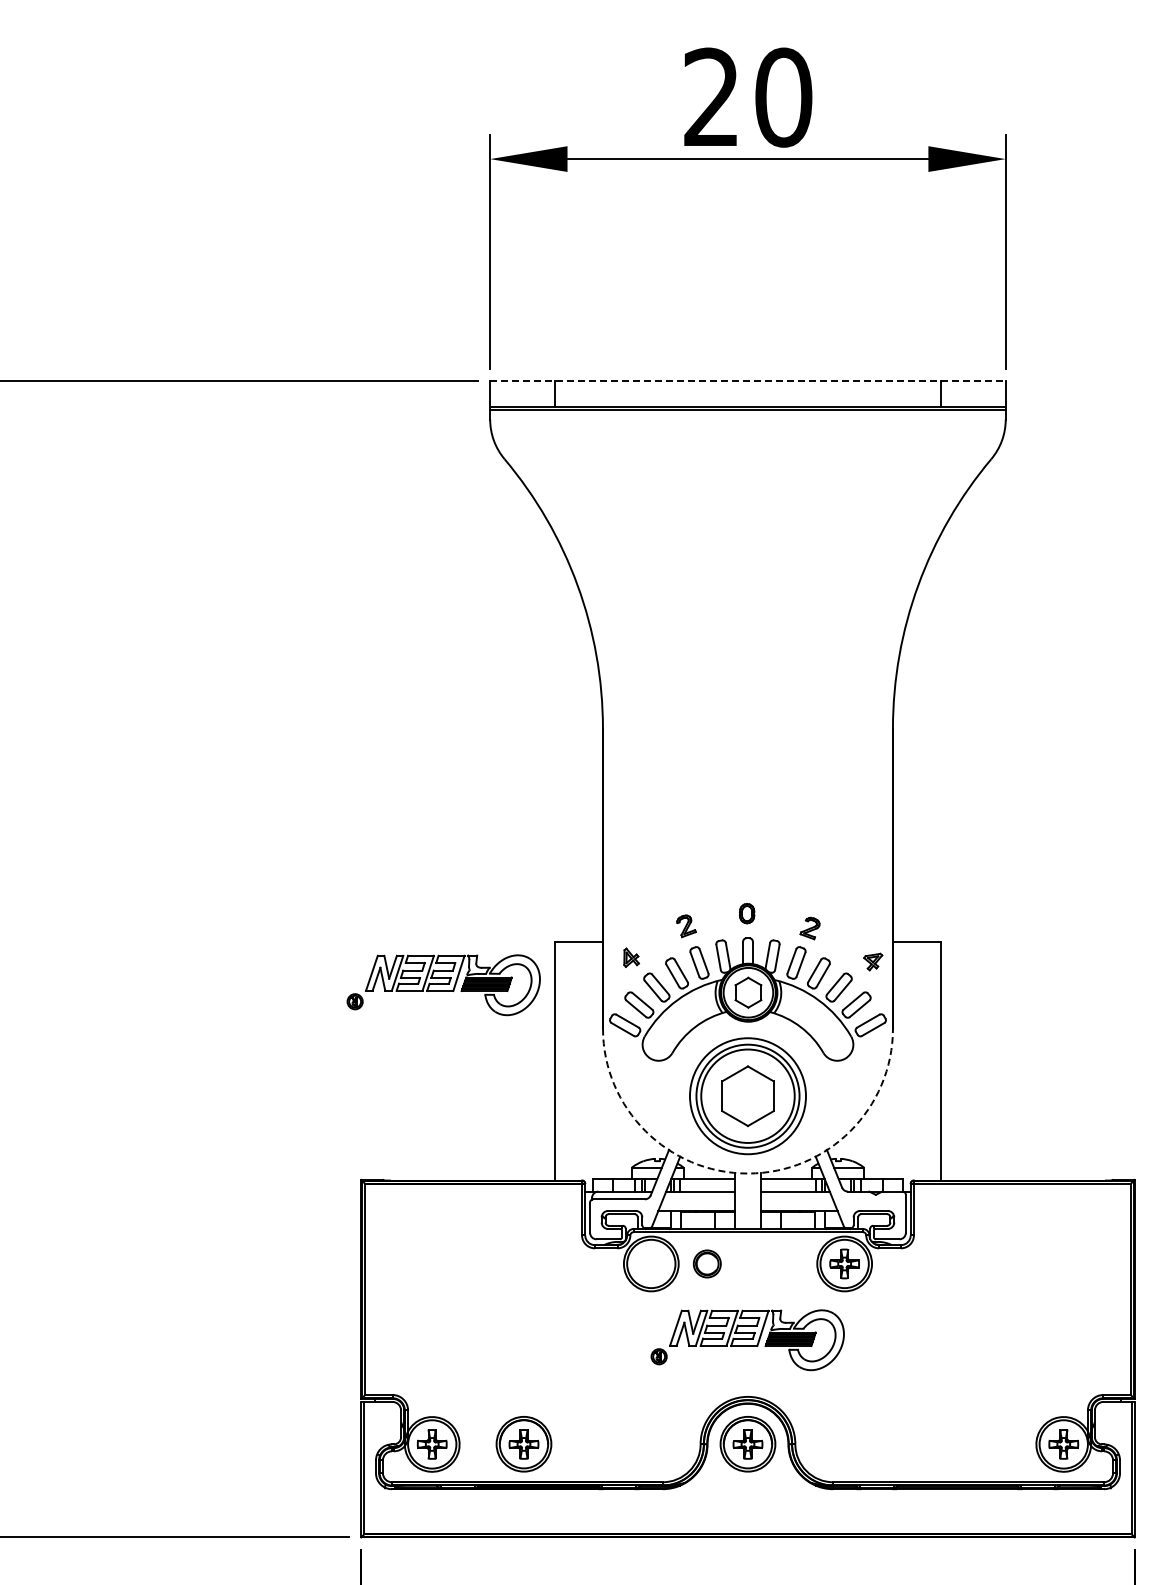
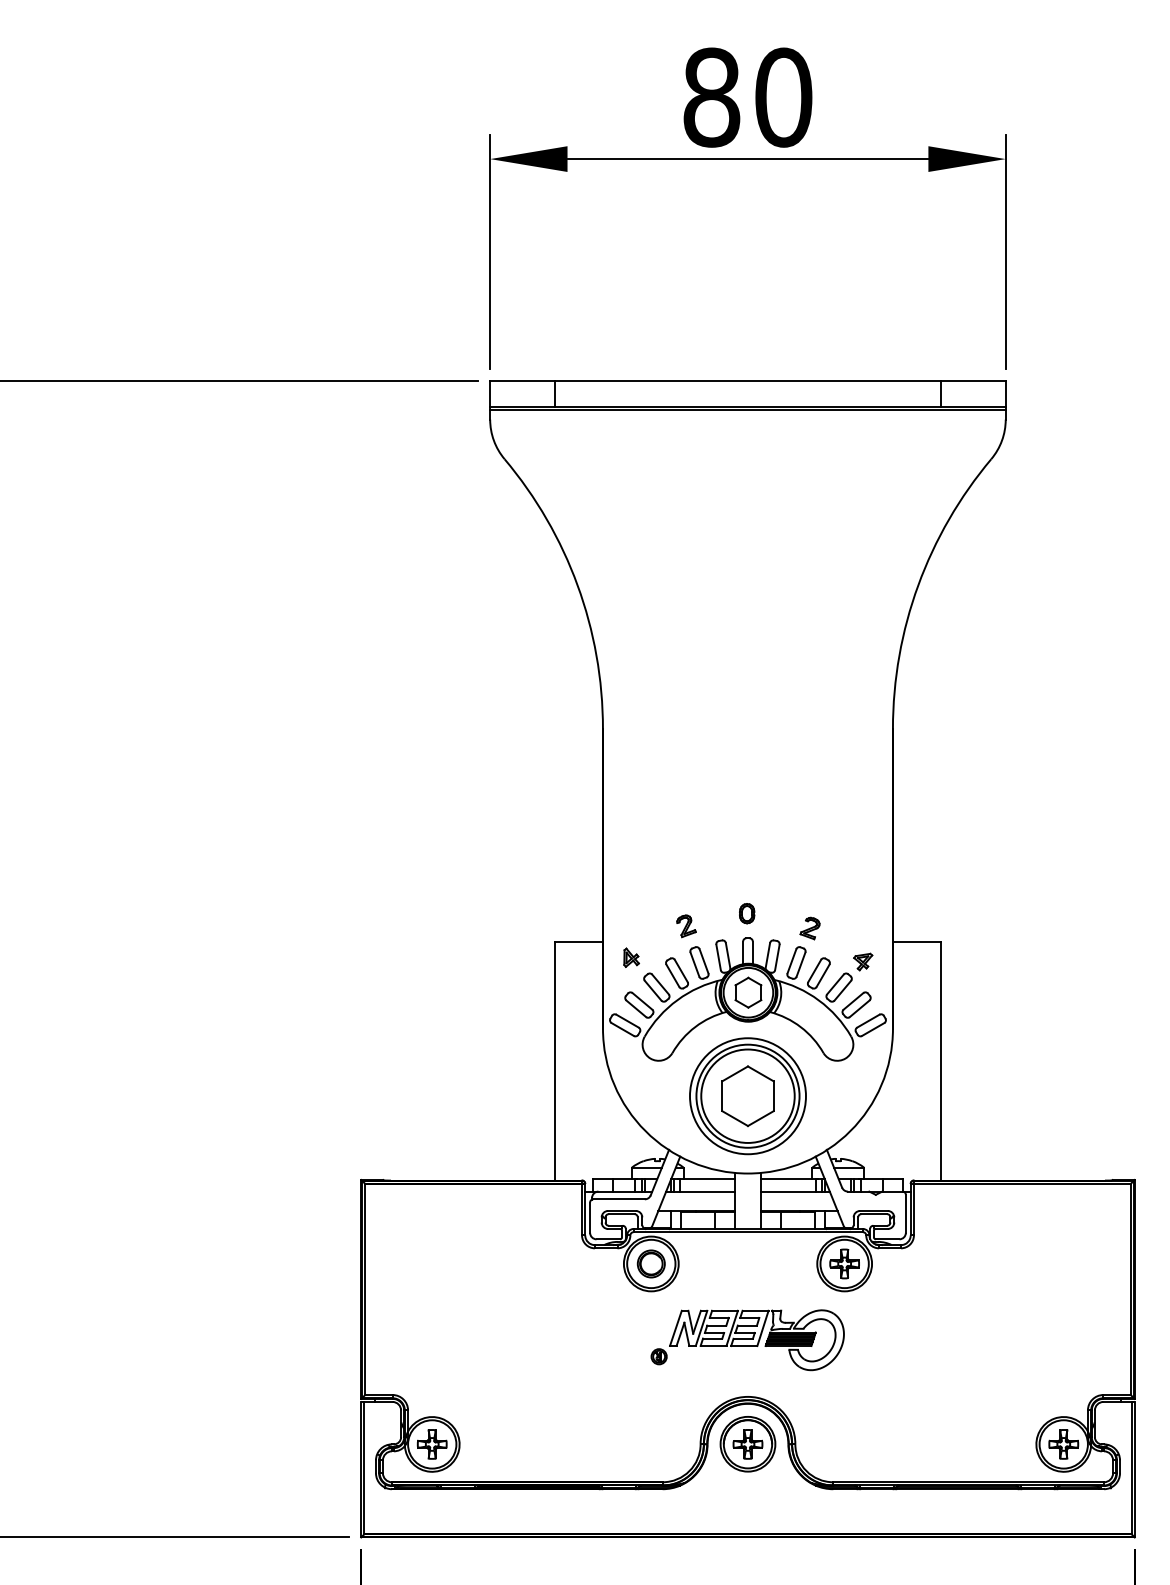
text at (711, 97): 20 -> 80
line at (747, 380): dashed -> solid
part at (873, 961) position: (873, 961) -> (863, 961)
part at (443, 985): present -> none
arc at (747, 1173): dashed -> solid
part at (706, 1263) position: (706, 1263) -> (650, 1263)
part at (523, 1444): present -> none
